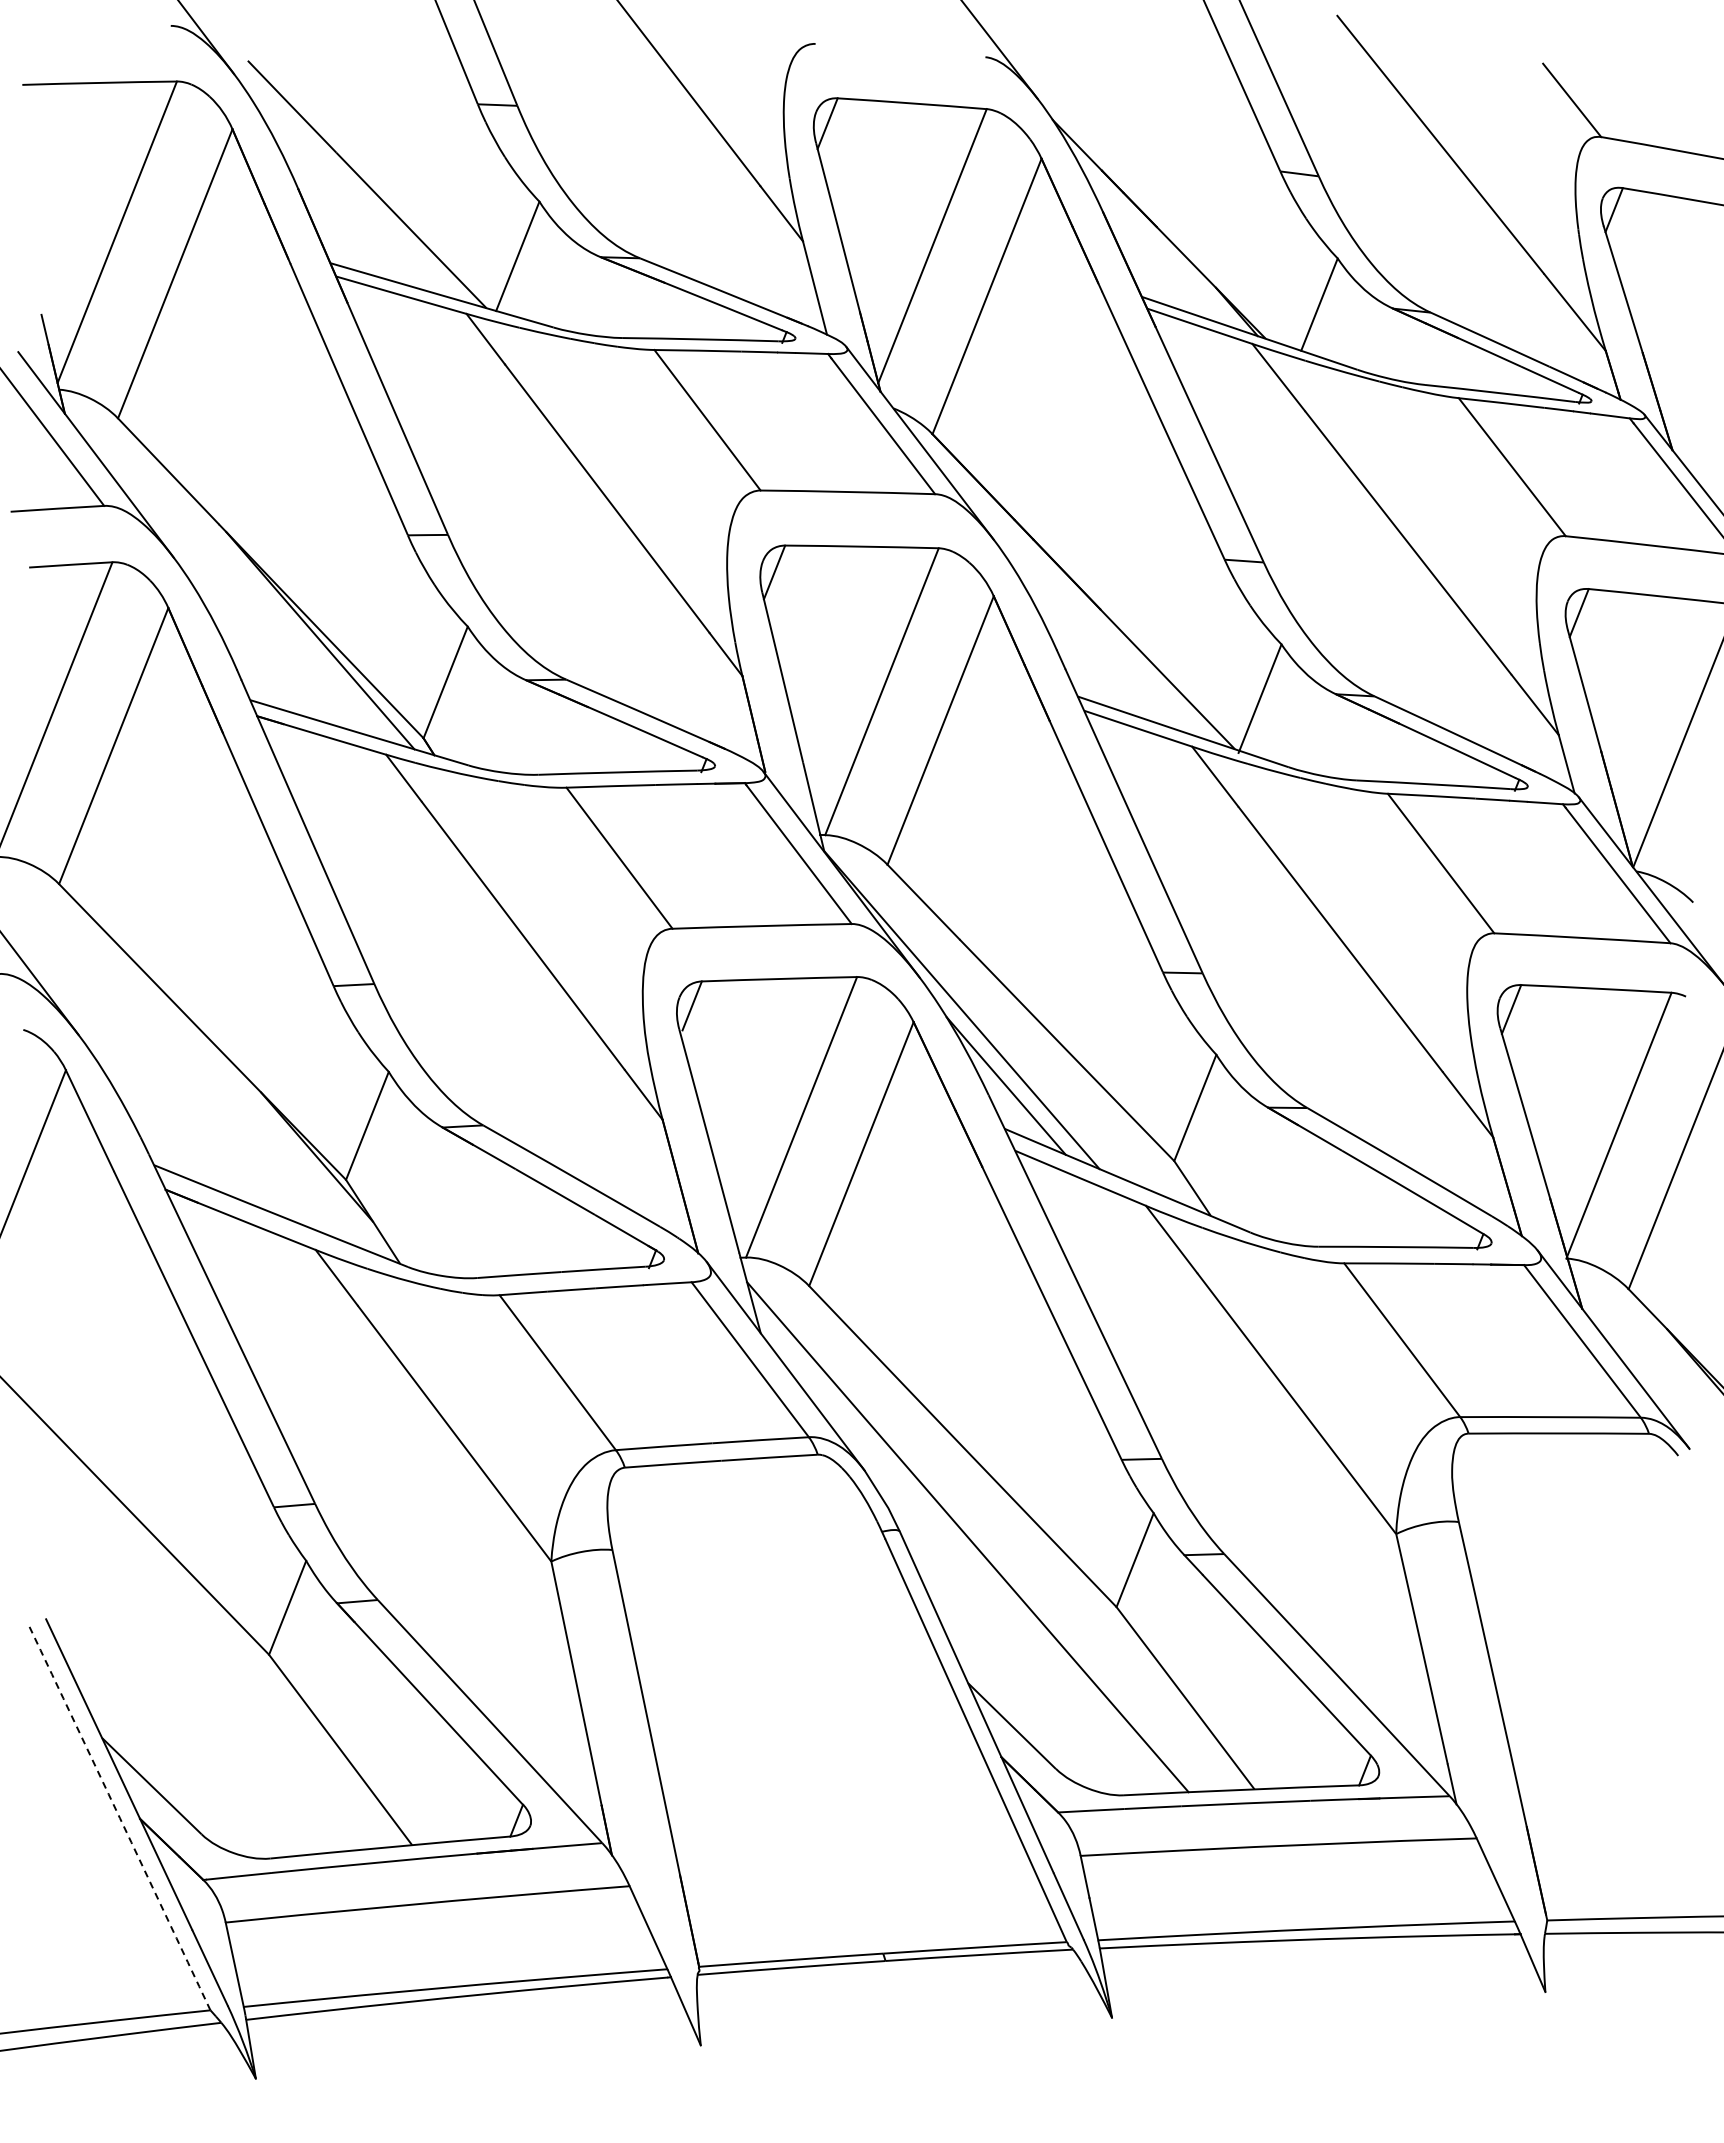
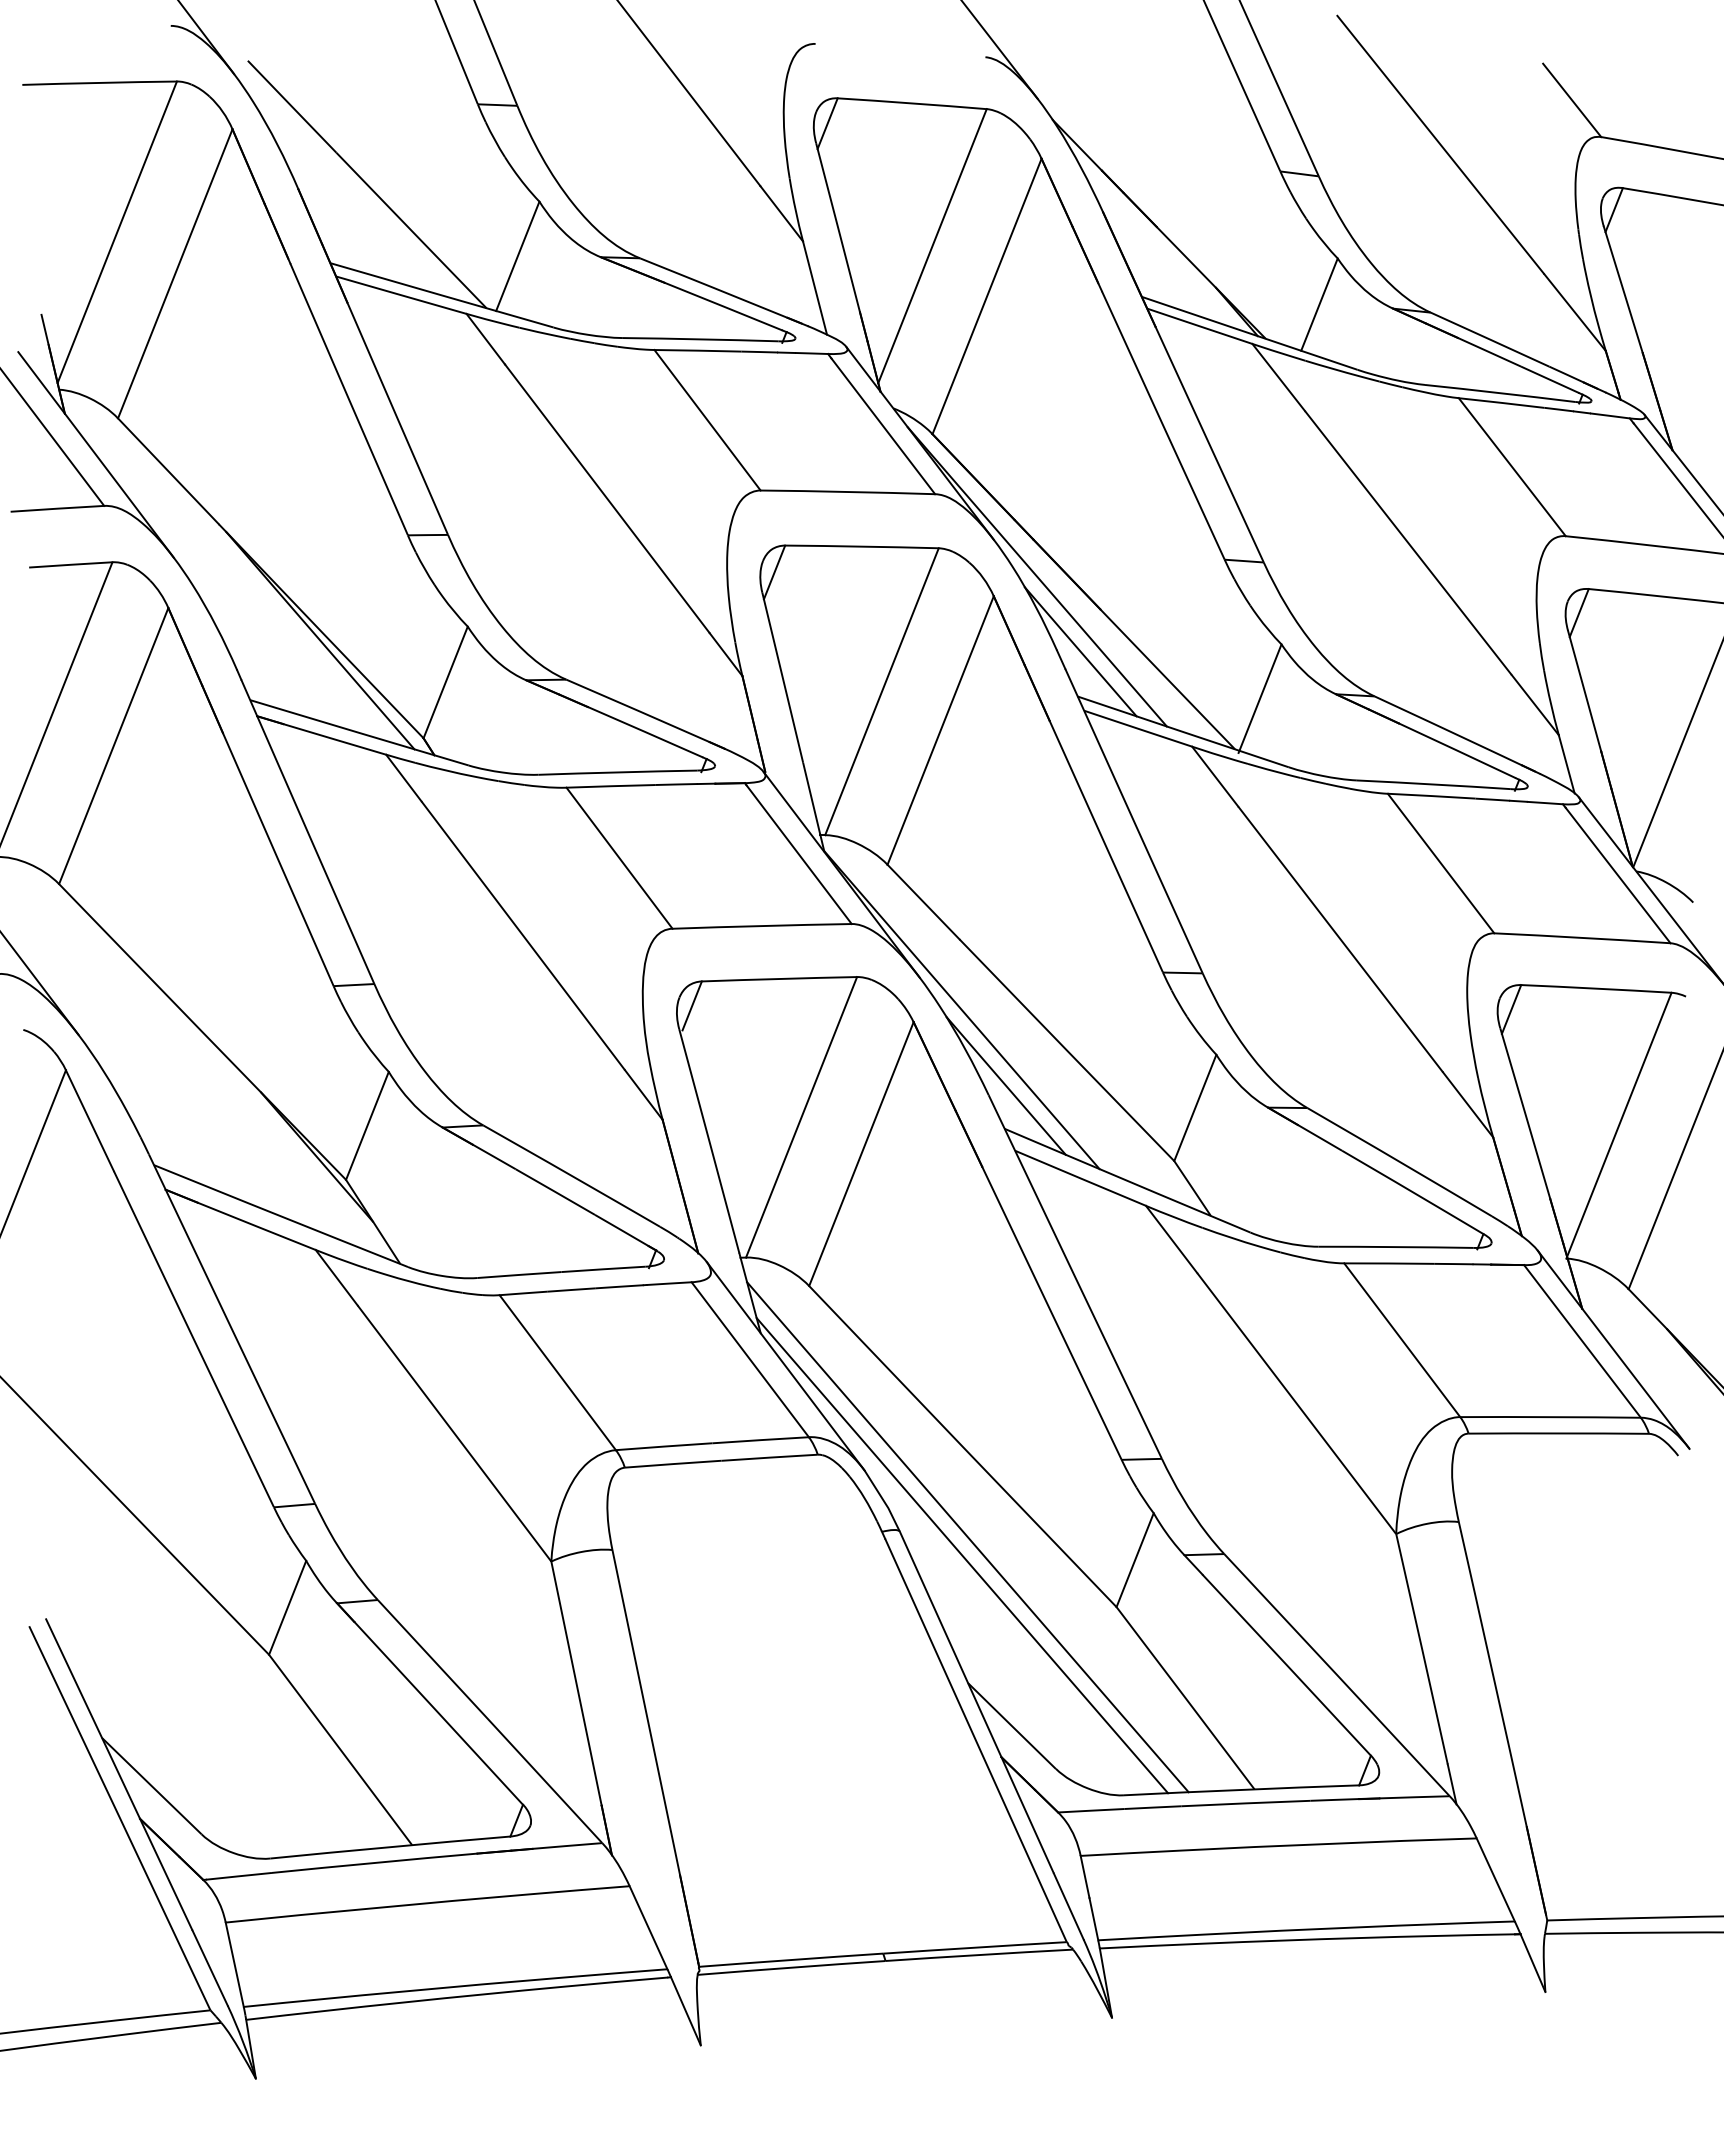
line at (1036, 576): none -> present
line at (1080, 651): none -> present
line at (962, 1555): none -> present
arc at (119, 1818): dashed -> solid
